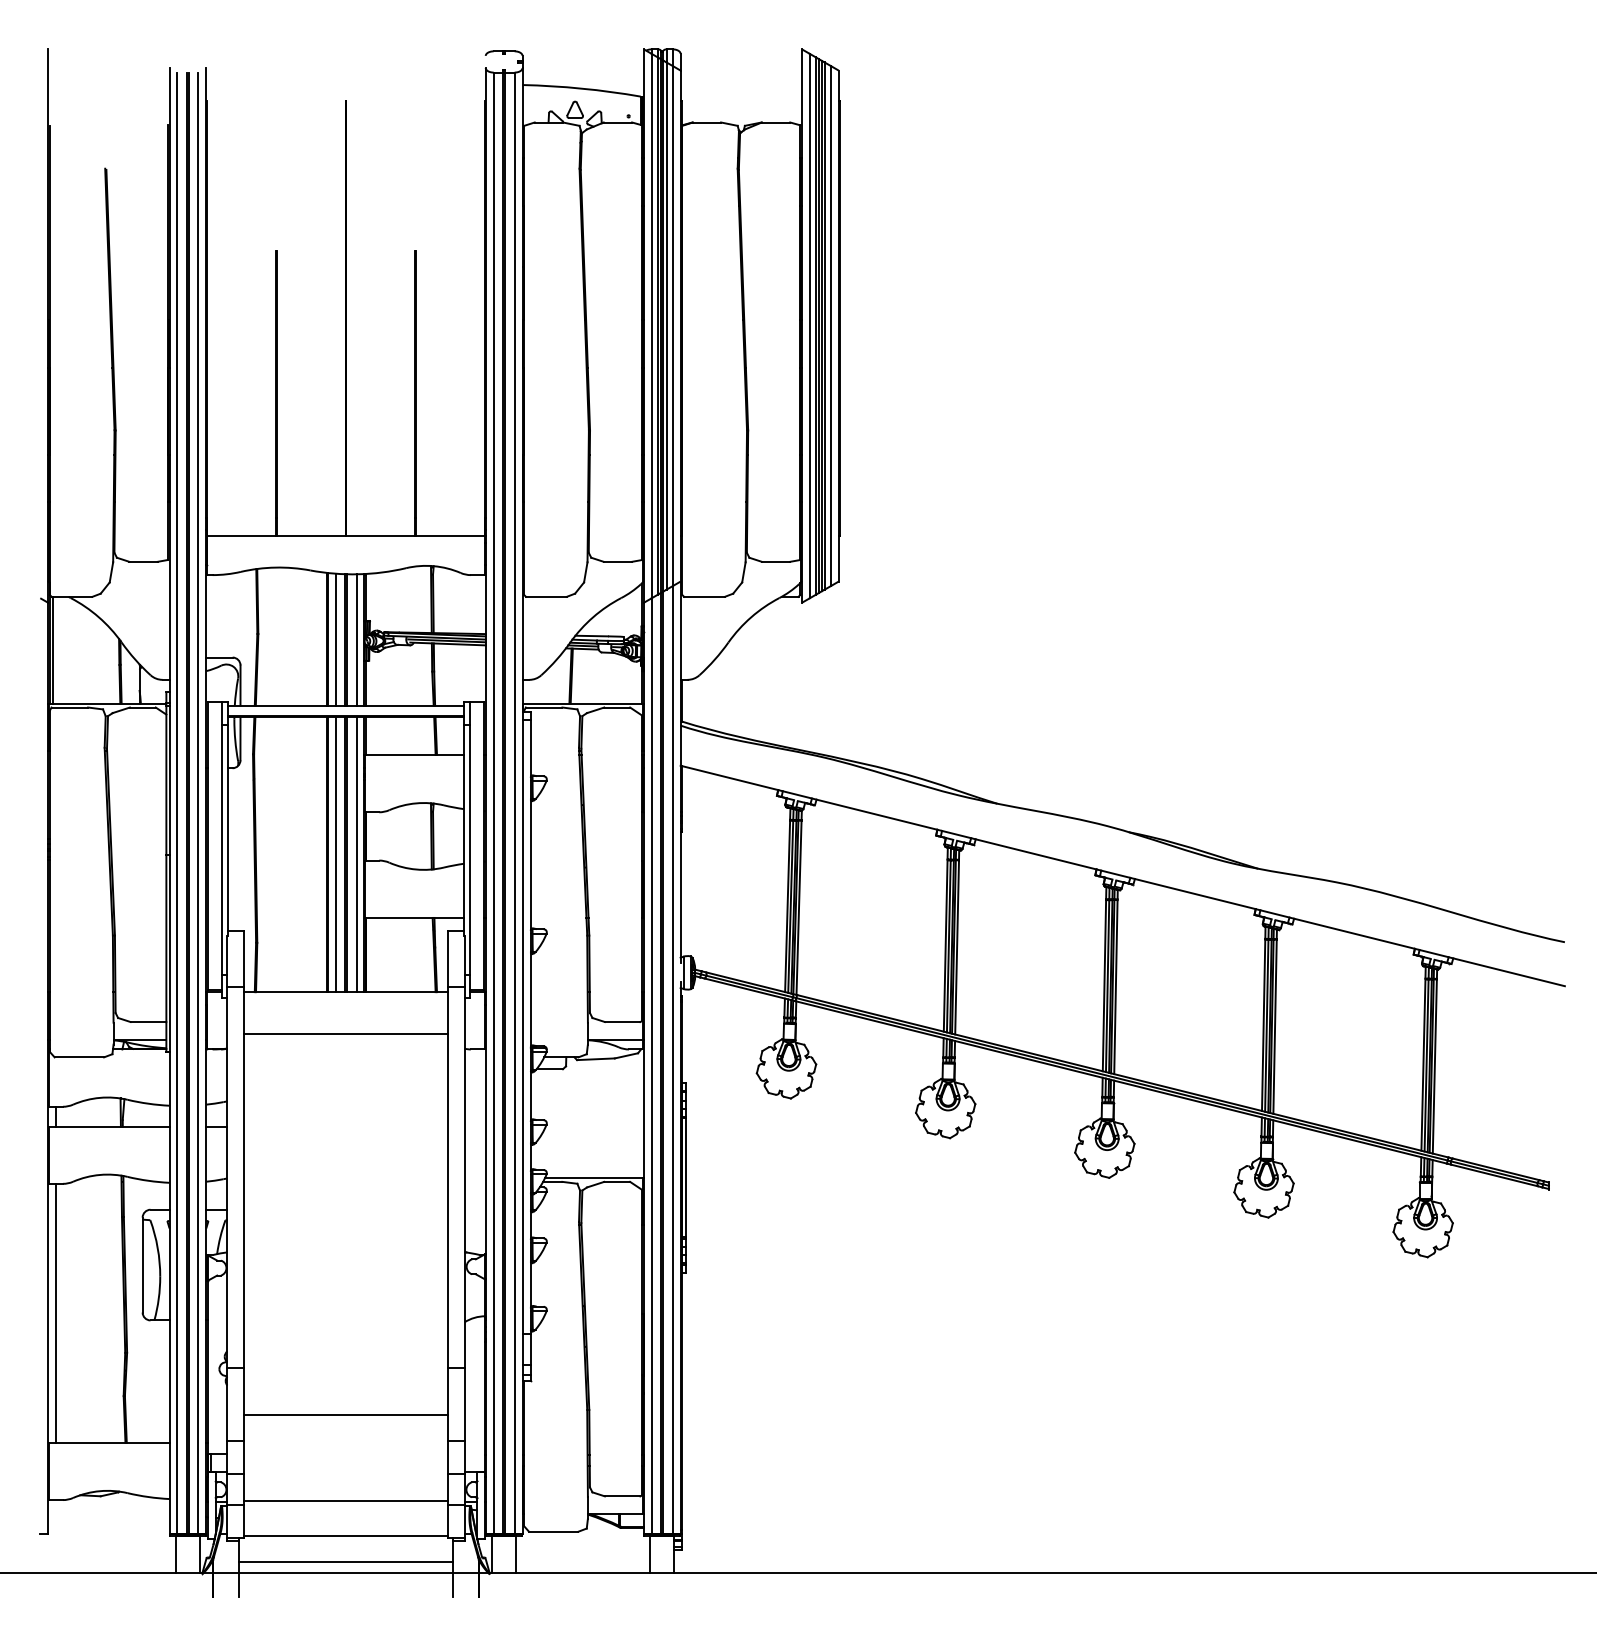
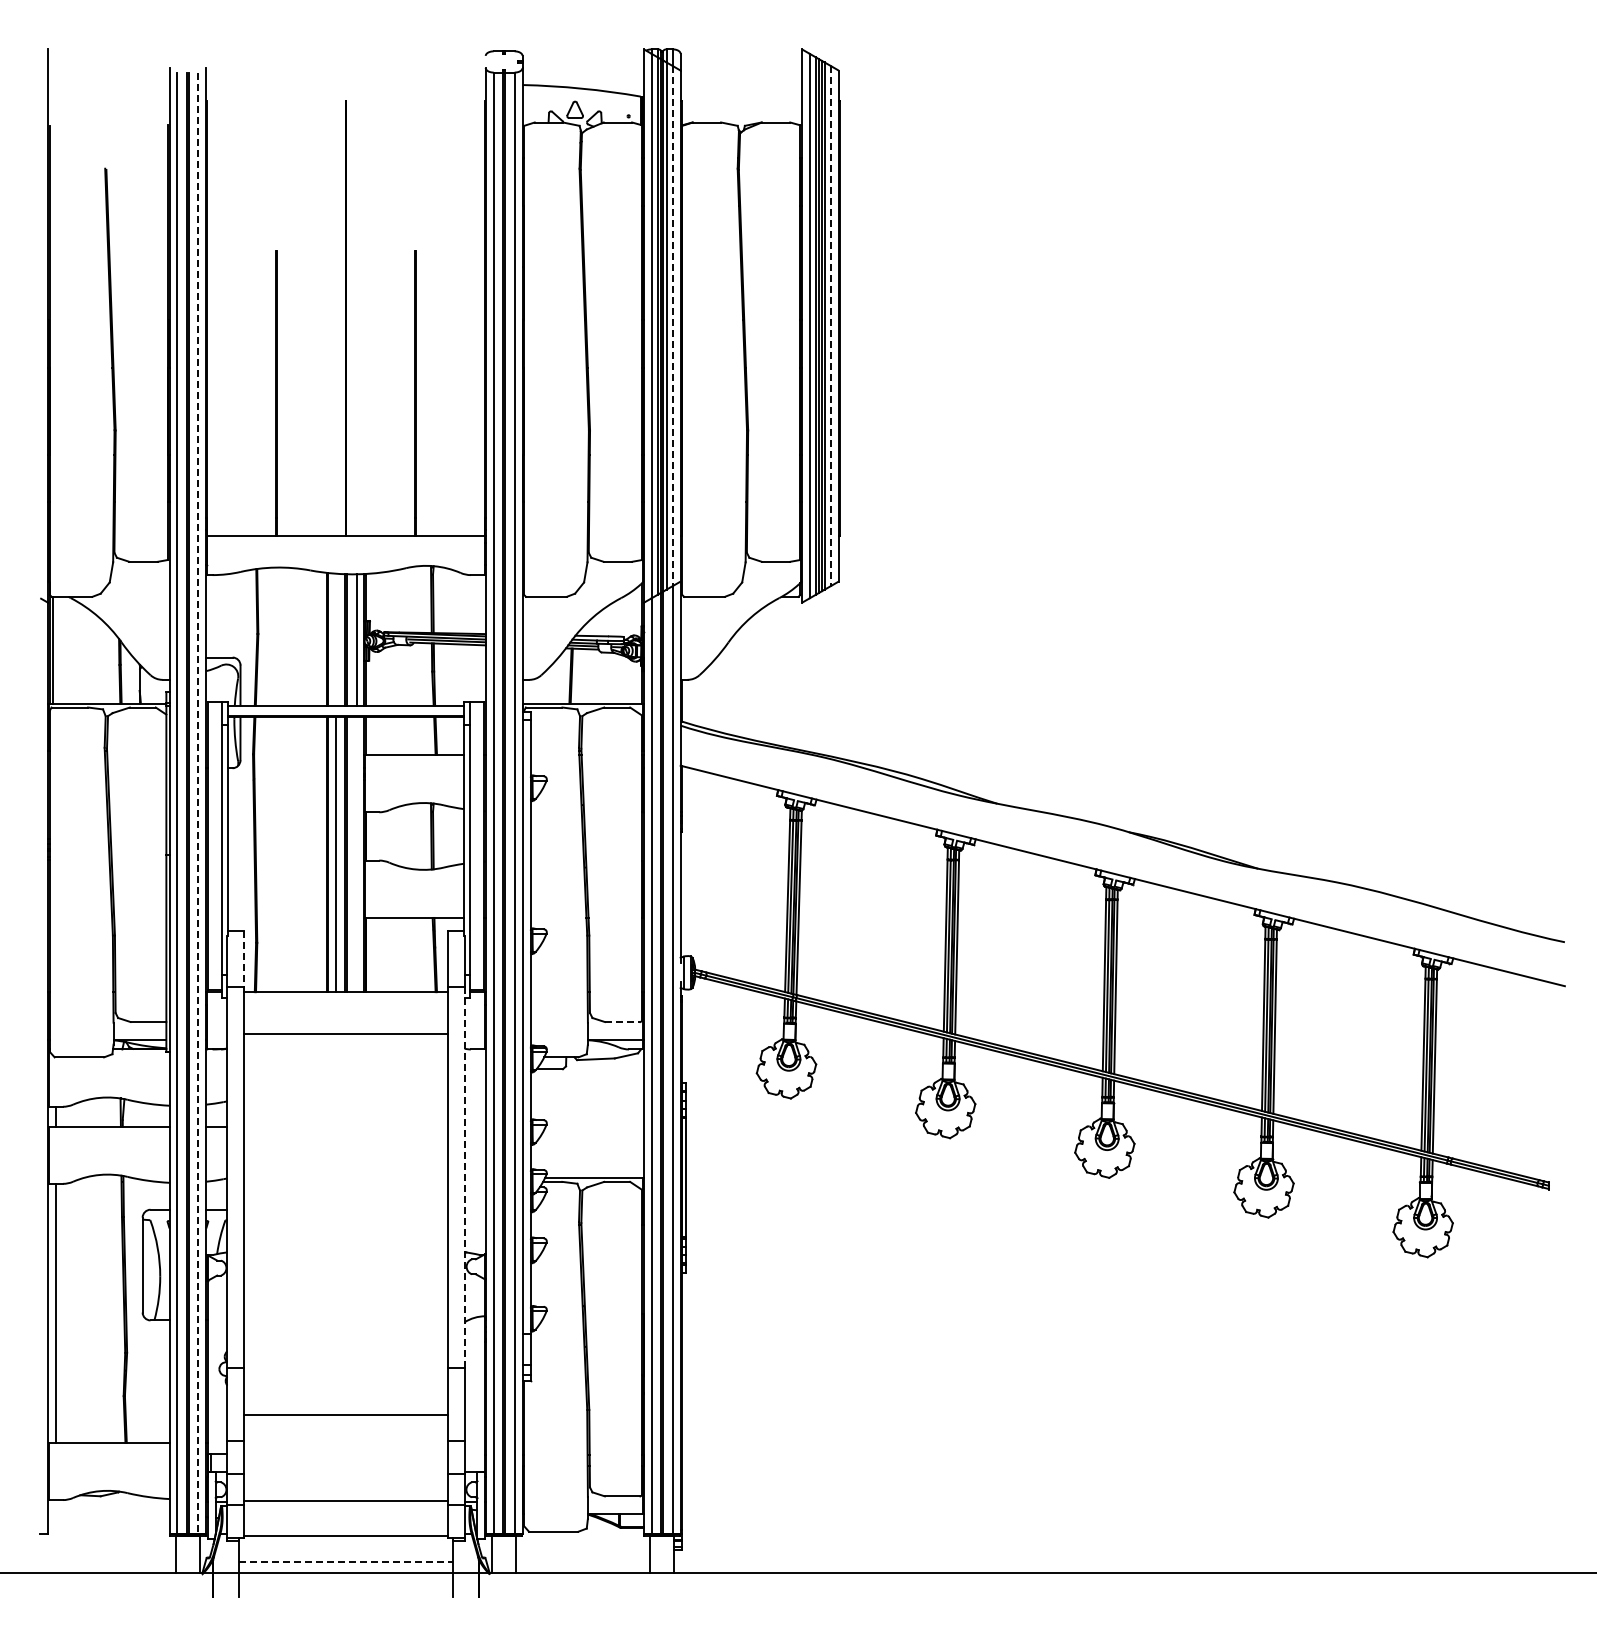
line at (672, 326): solid -> dashed
line at (830, 326): solid -> dashed
line at (335, 639): present -> none
line at (198, 803): solid -> dashed
line at (356, 854): present -> none
line at (244, 959): solid -> dashed
line at (622, 1022): solid -> dashed
line at (464, 1177): solid -> dashed
line at (346, 1561): solid -> dashed
